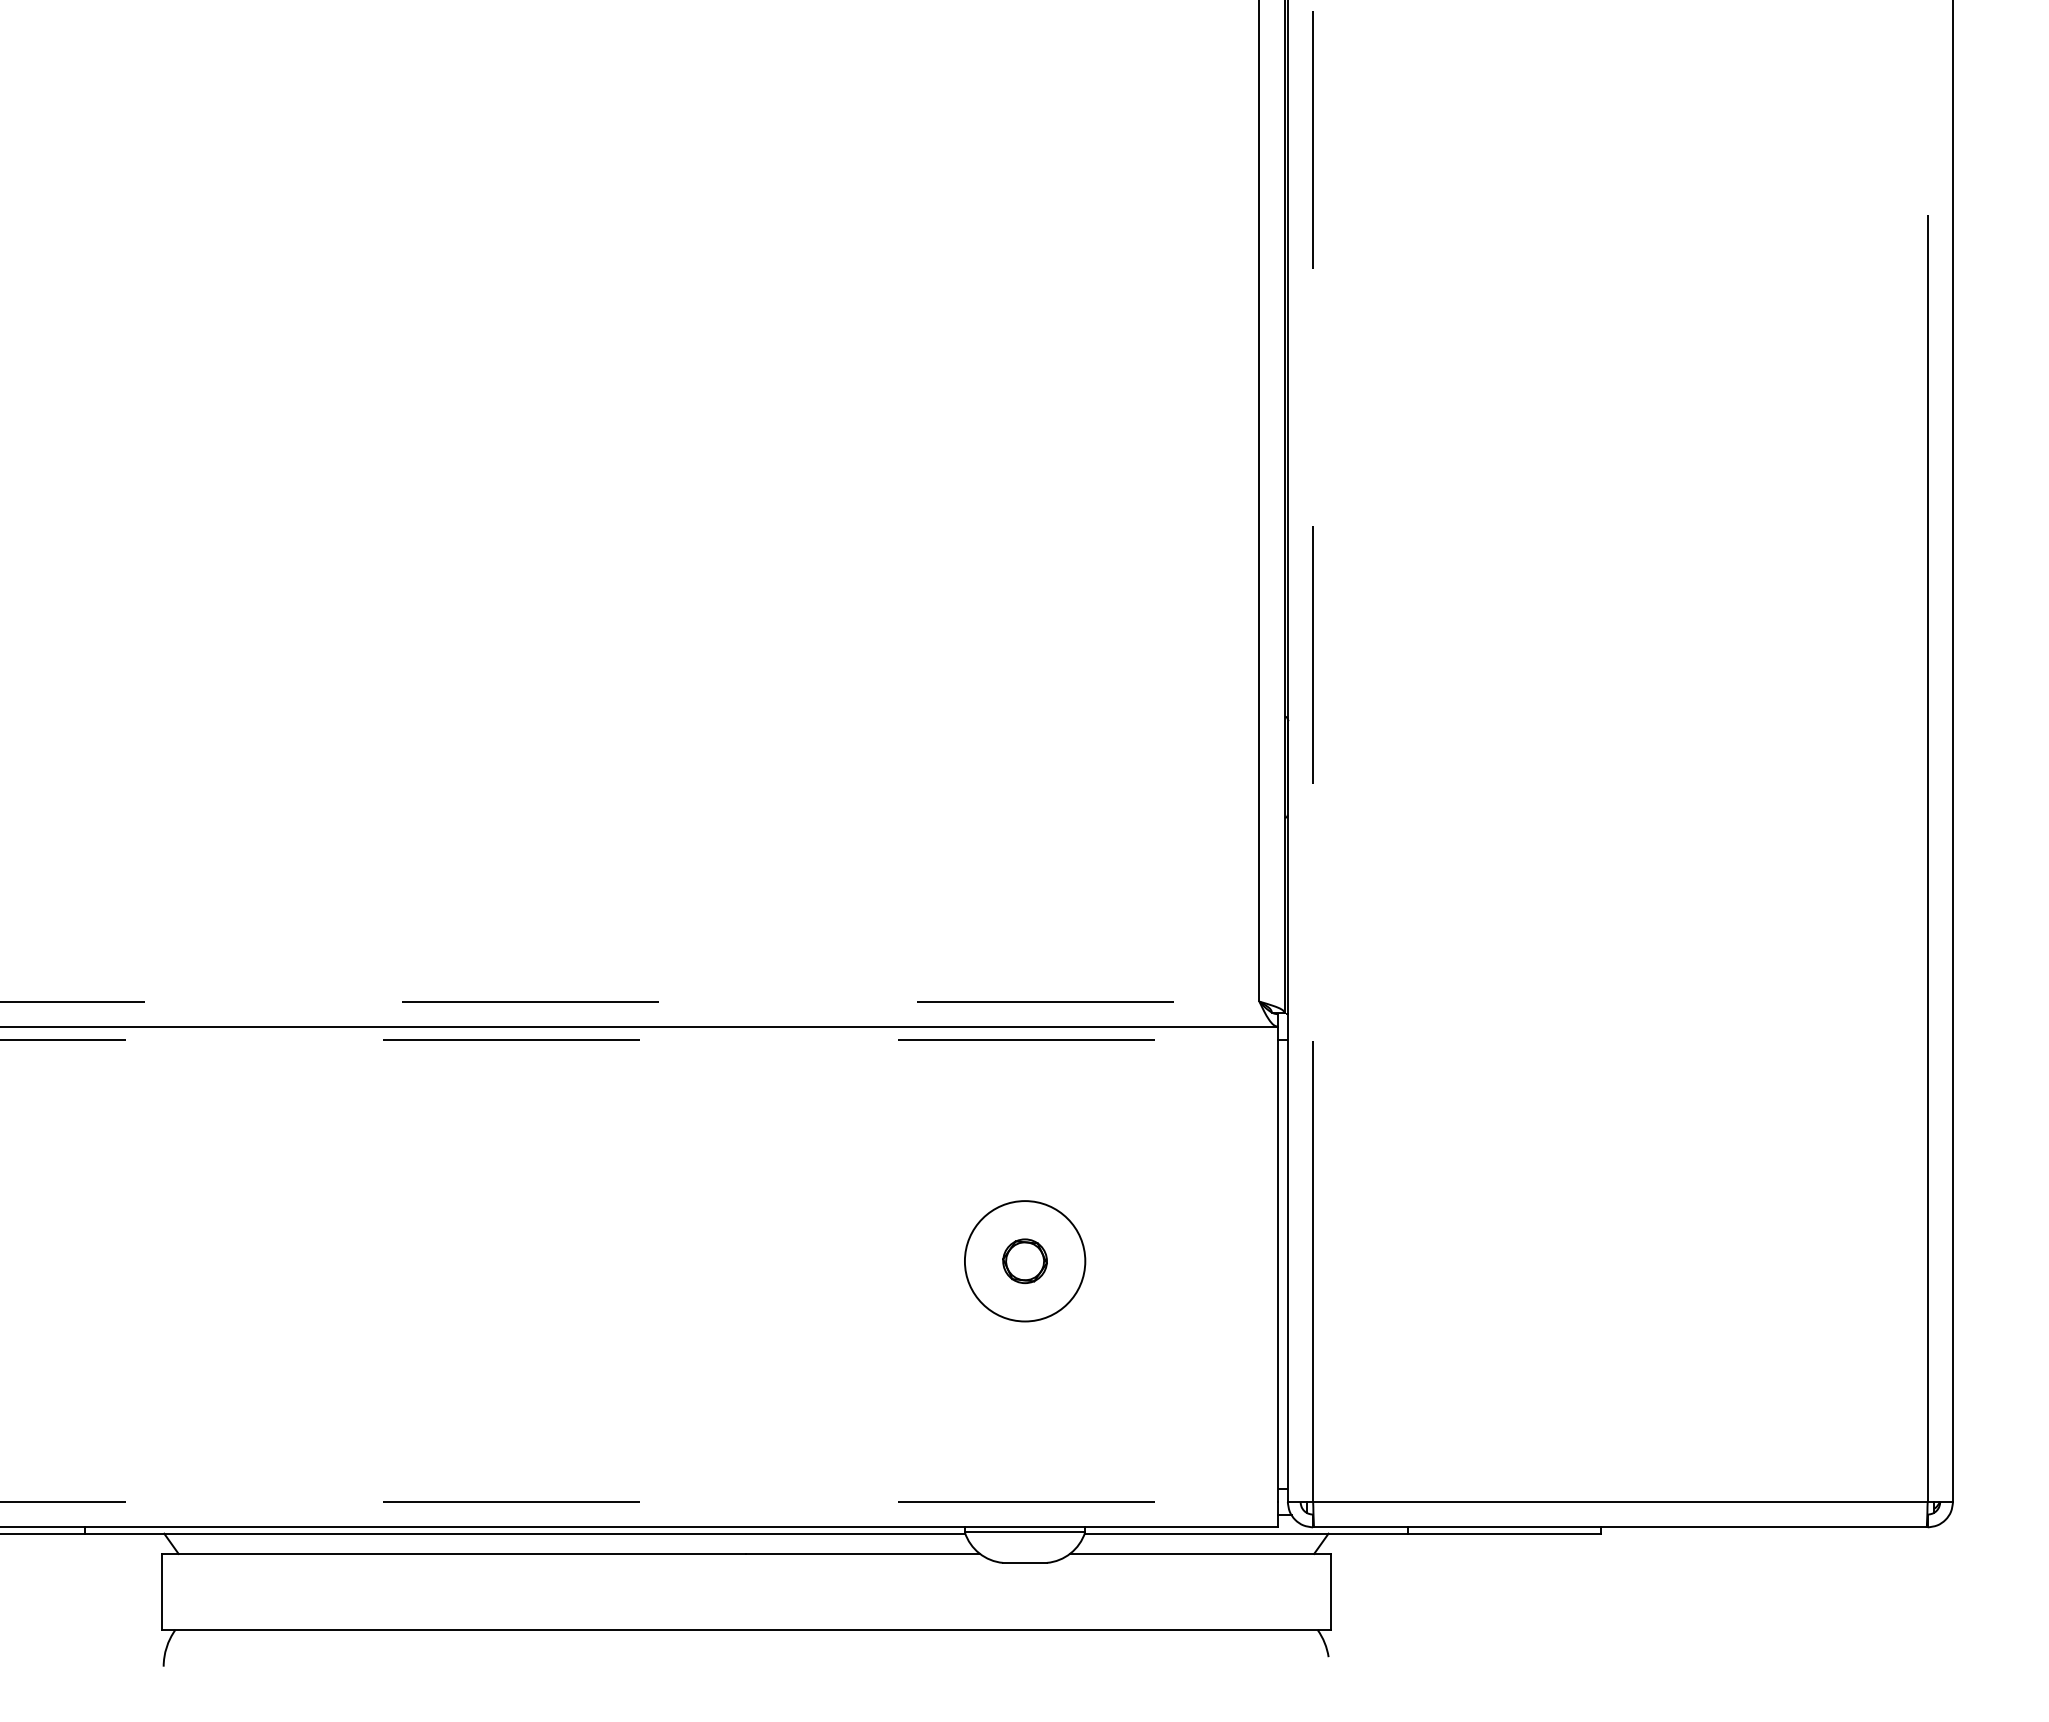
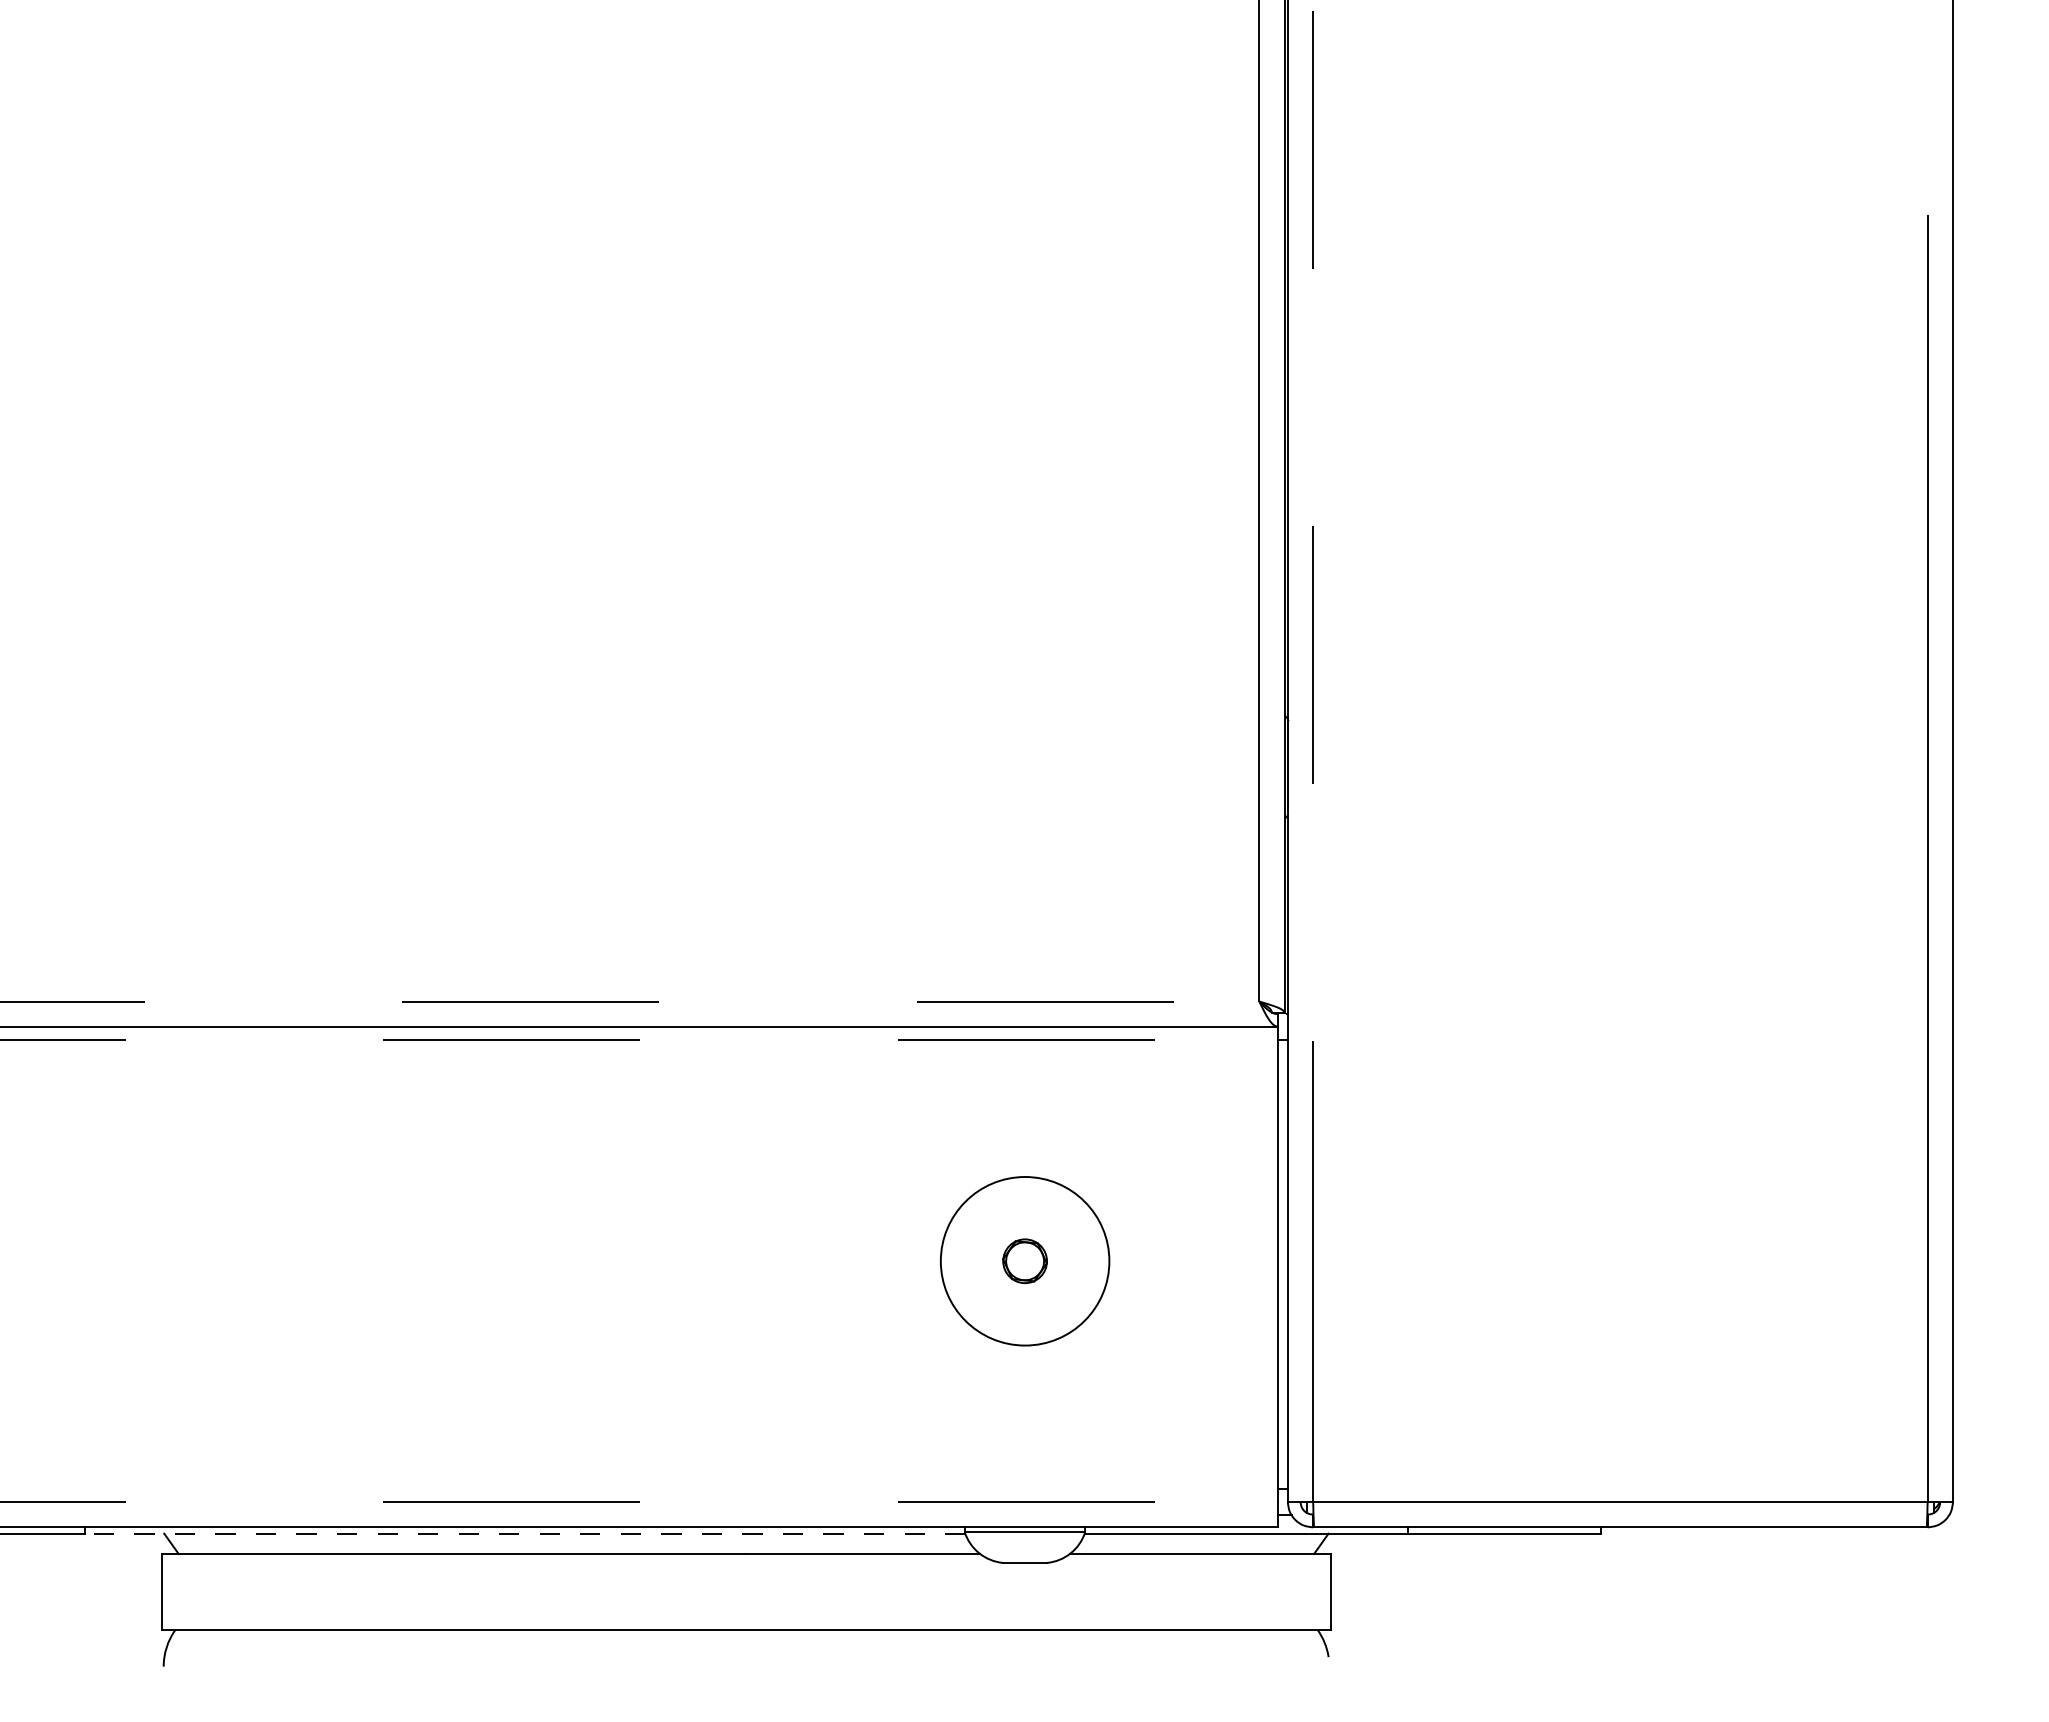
circle at (1024, 1261) diameter: 120 px -> 169 px
line at (524, 1533): solid -> dashed
